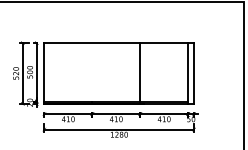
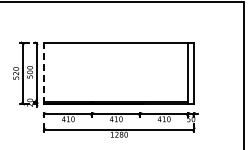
line at (44, 73): solid -> dashed
line at (140, 73): present -> none
